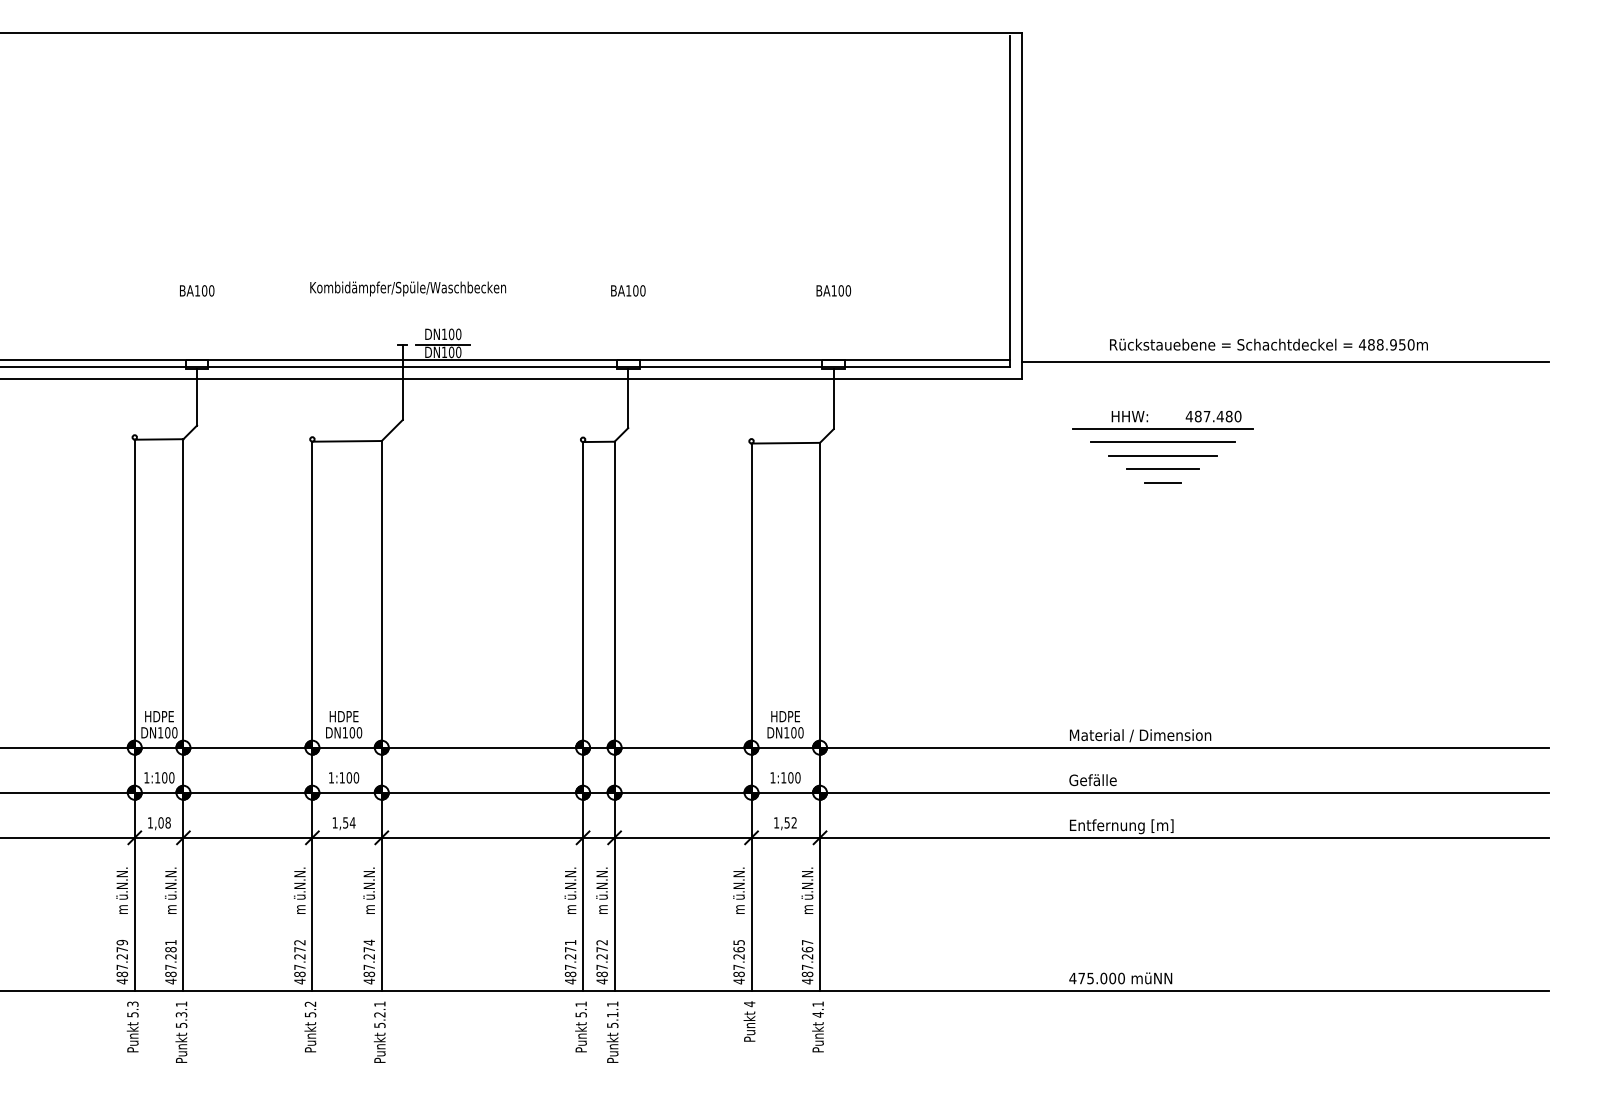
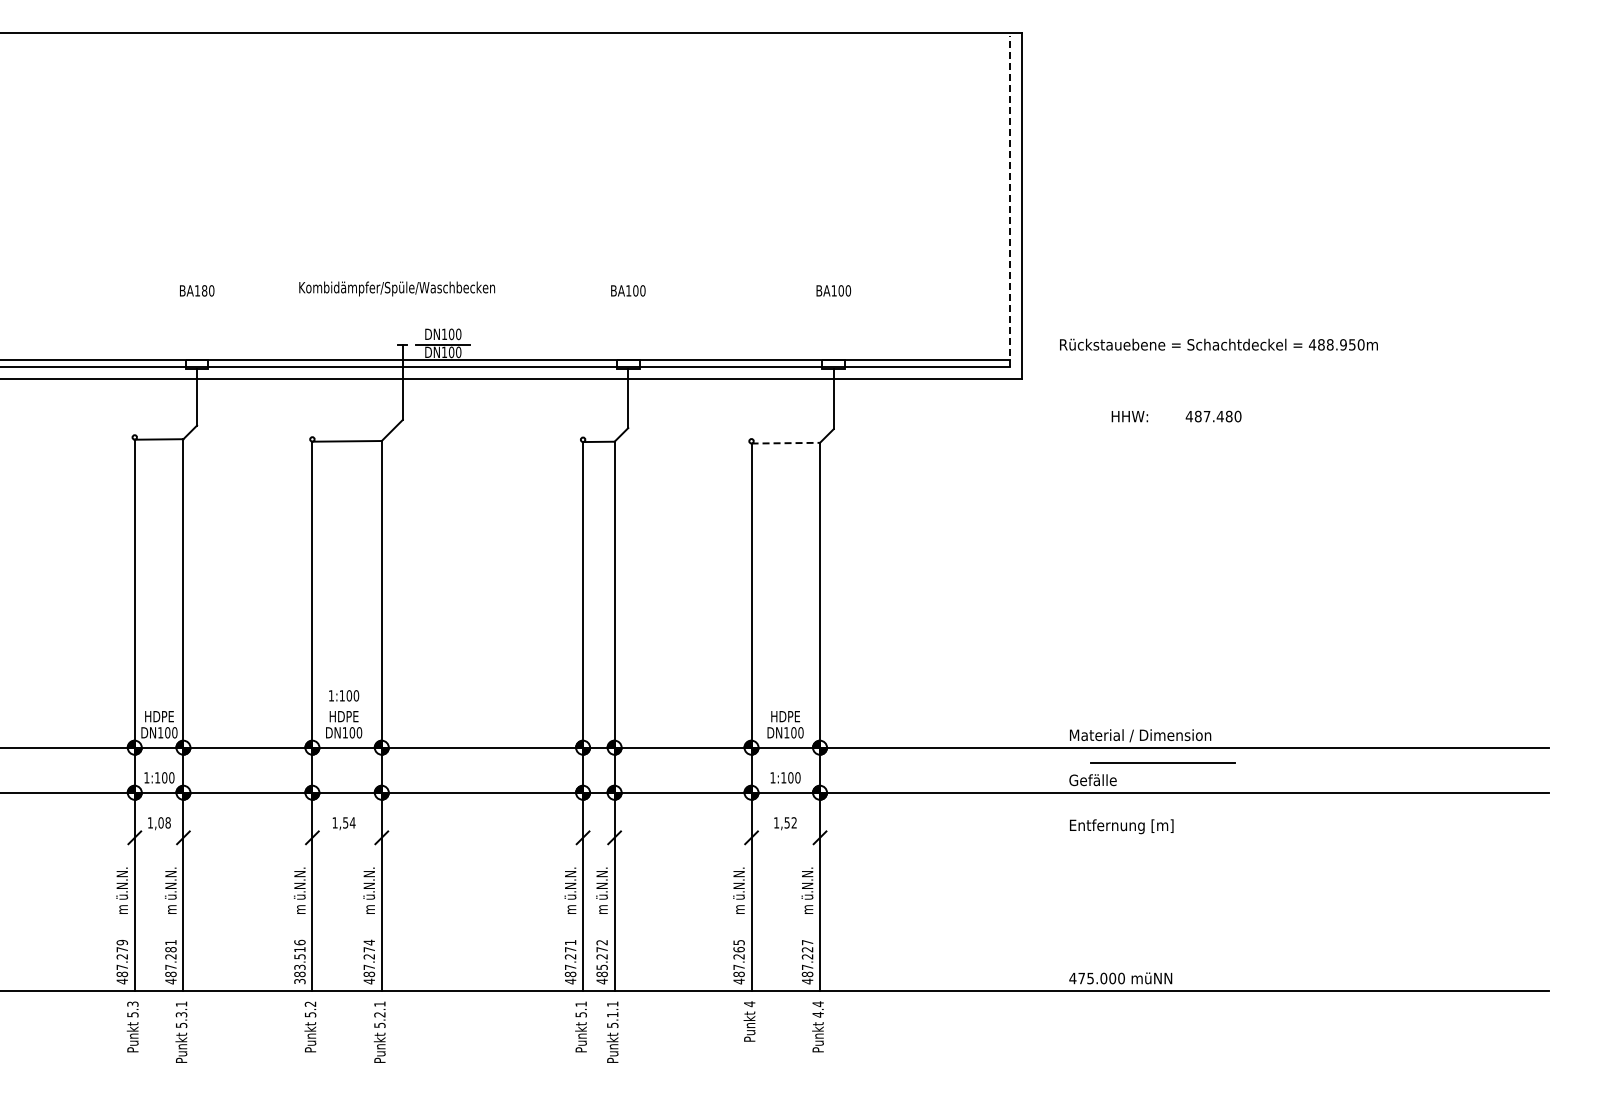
line at (1010, 201): solid -> dashed
text at (408, 288) position: (408, 288) -> (397, 288)
text at (204, 290): BA100 -> BA180
text at (1268, 344) position: (1268, 344) -> (1218, 344)
line at (1285, 362): present -> none
line at (1162, 428): present -> none
line at (1162, 441) position: (1162, 441) -> (1162, 762)
line at (786, 443): solid -> dashed
line at (1162, 455): present -> none
line at (1162, 469): present -> none
line at (1162, 482): present -> none
text at (344, 777) position: (344, 777) -> (344, 695)
line at (775, 837): present -> none
text at (807, 949): 487.267 -> 487.227
text at (299, 961): 487.272 -> 383.516
text at (601, 966): 487.272 -> 485.272
text at (817, 1004): 4.1 -> 4.4
